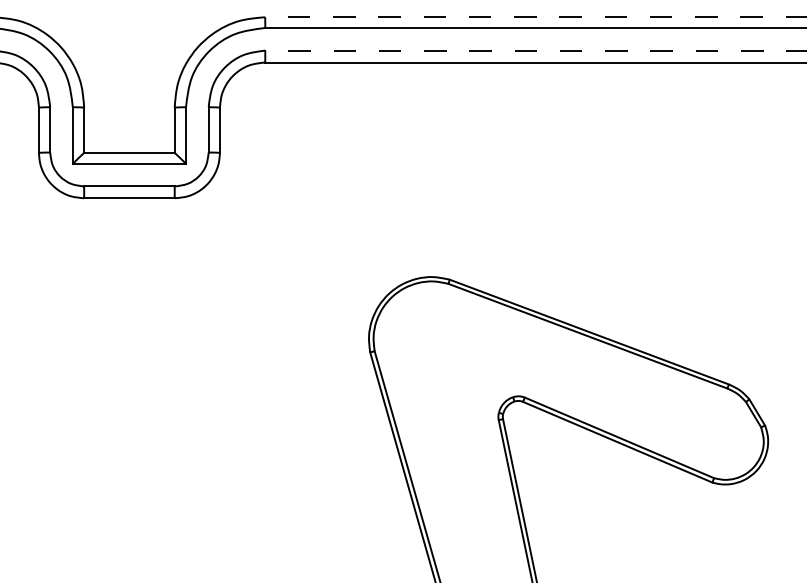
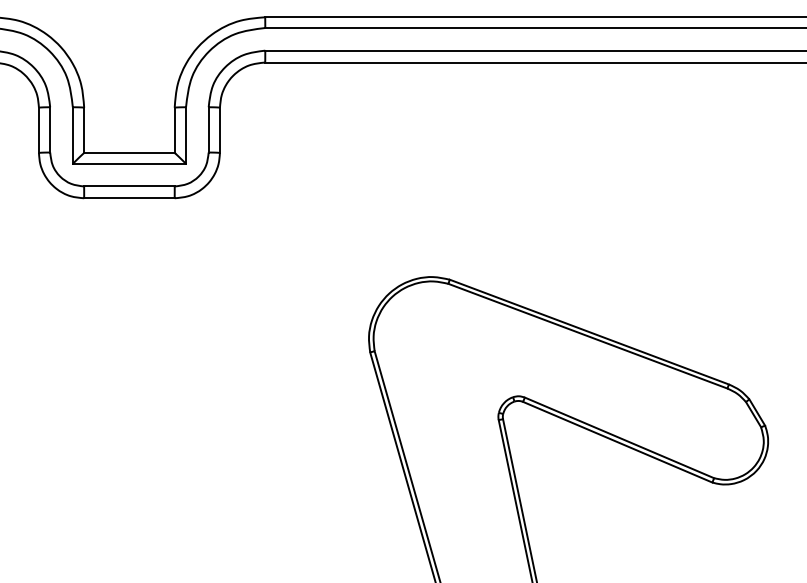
line at (535, 17): dashed -> solid
line at (535, 50): dashed -> solid
